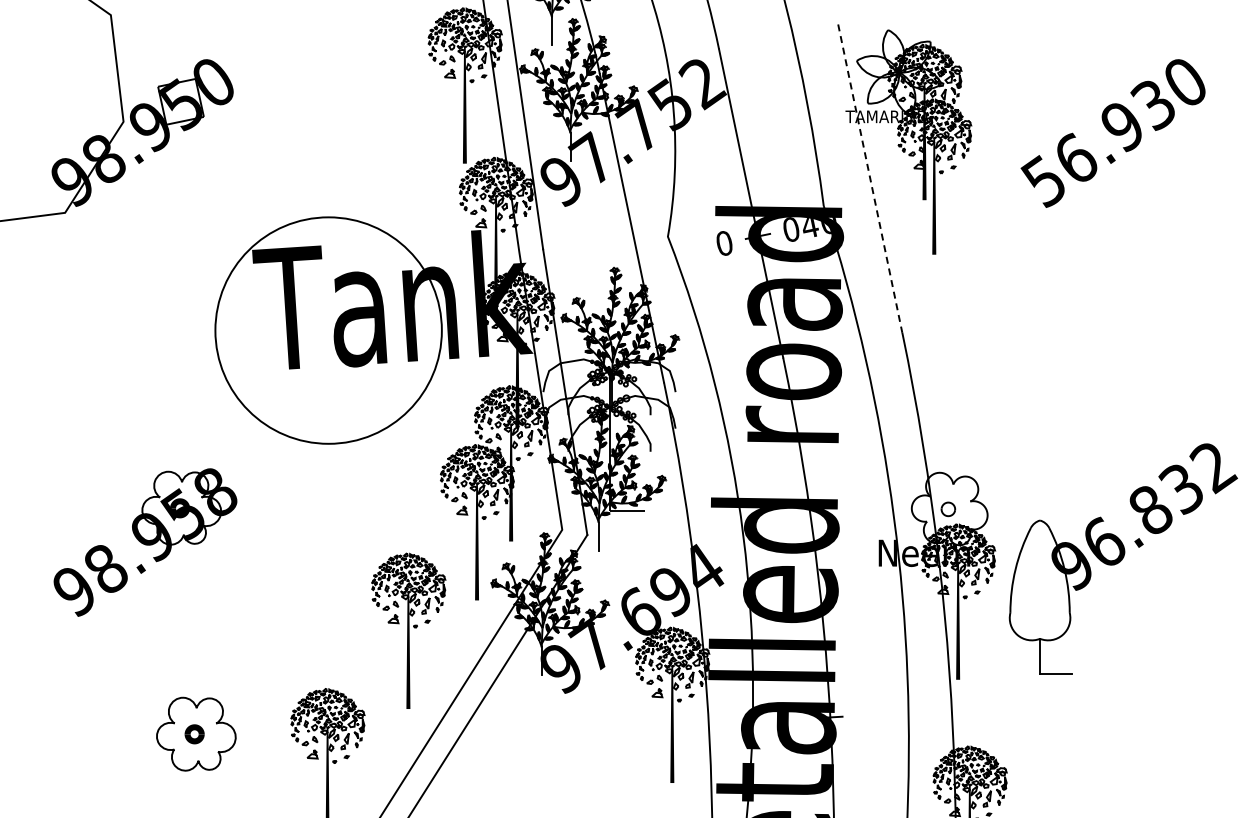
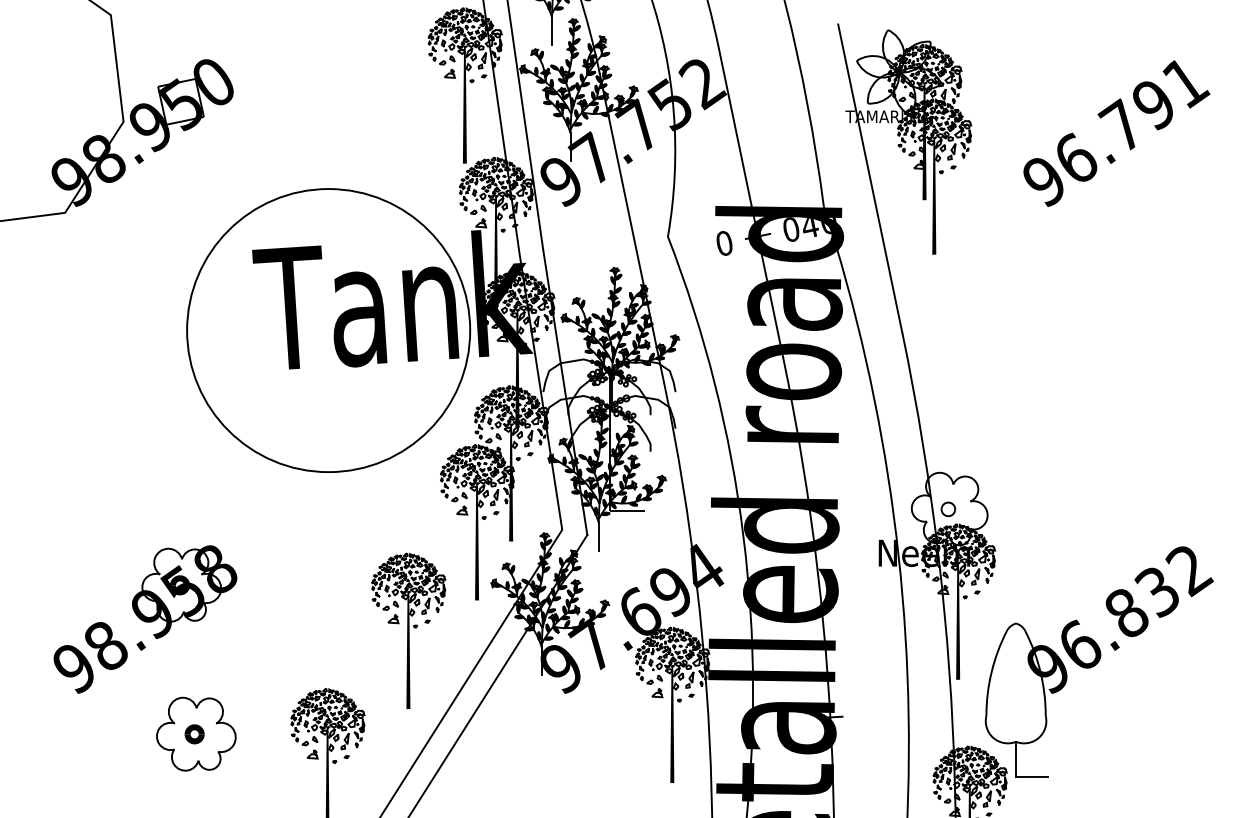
text at (1115, 133): 56.930 -> 96.791
line at (870, 179): dashed -> solid
circle at (328, 330) diameter: 226 px -> 283 px
part at (145, 542) position: (145, 542) -> (145, 619)
part at (1122, 558) position: (1122, 558) -> (1098, 661)
